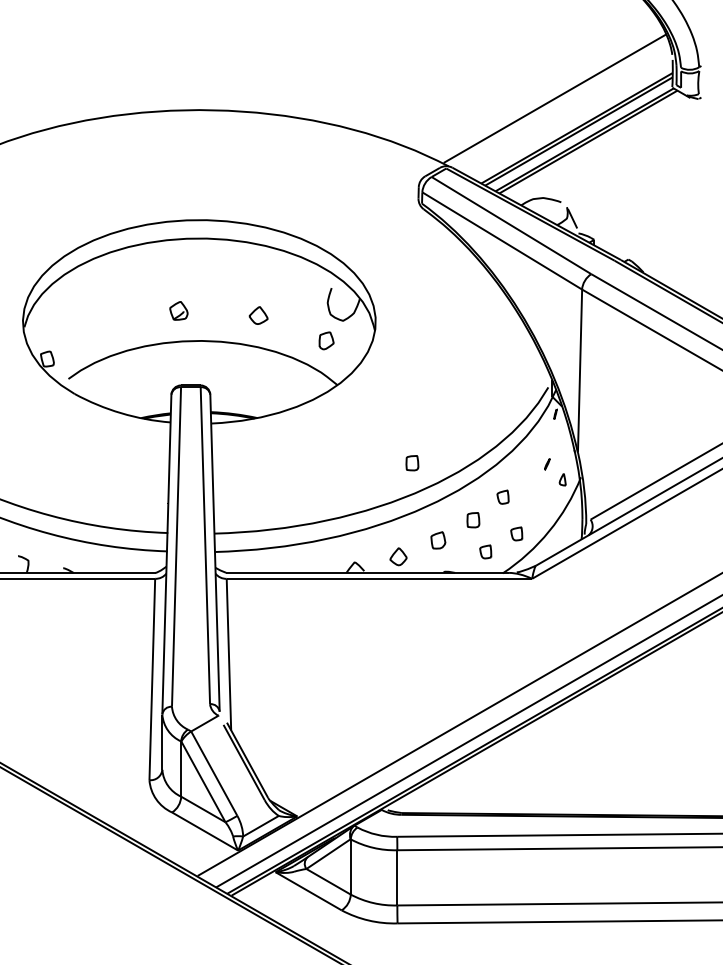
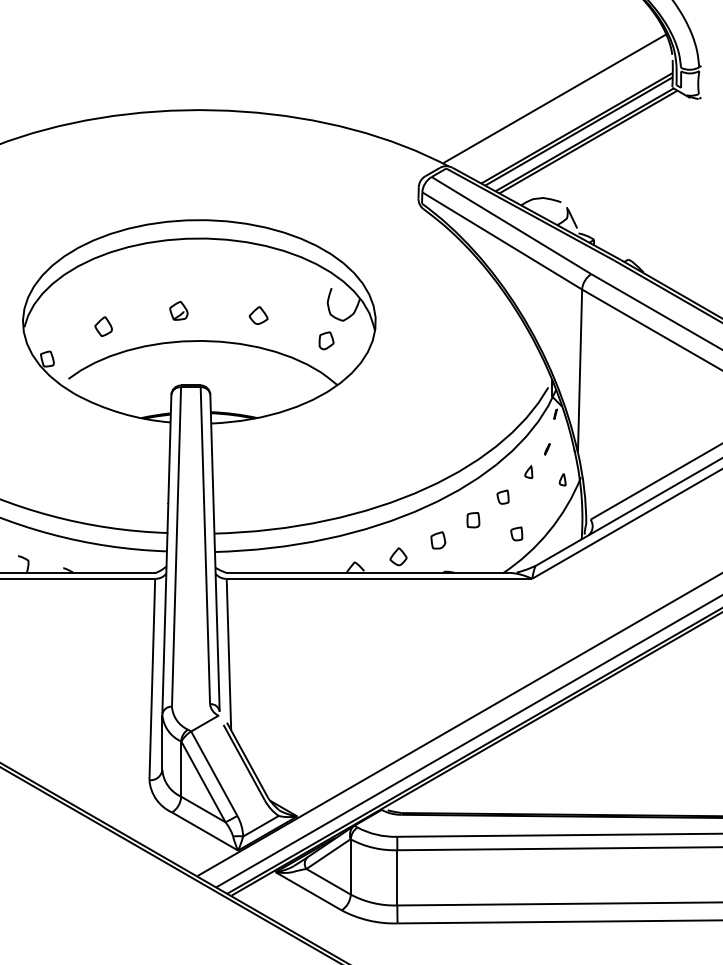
part at (103, 326): none -> present
part at (412, 463): present -> none
part at (547, 464) position: (547, 464) -> (547, 449)
part at (528, 472): none -> present
part at (485, 551): present -> none
